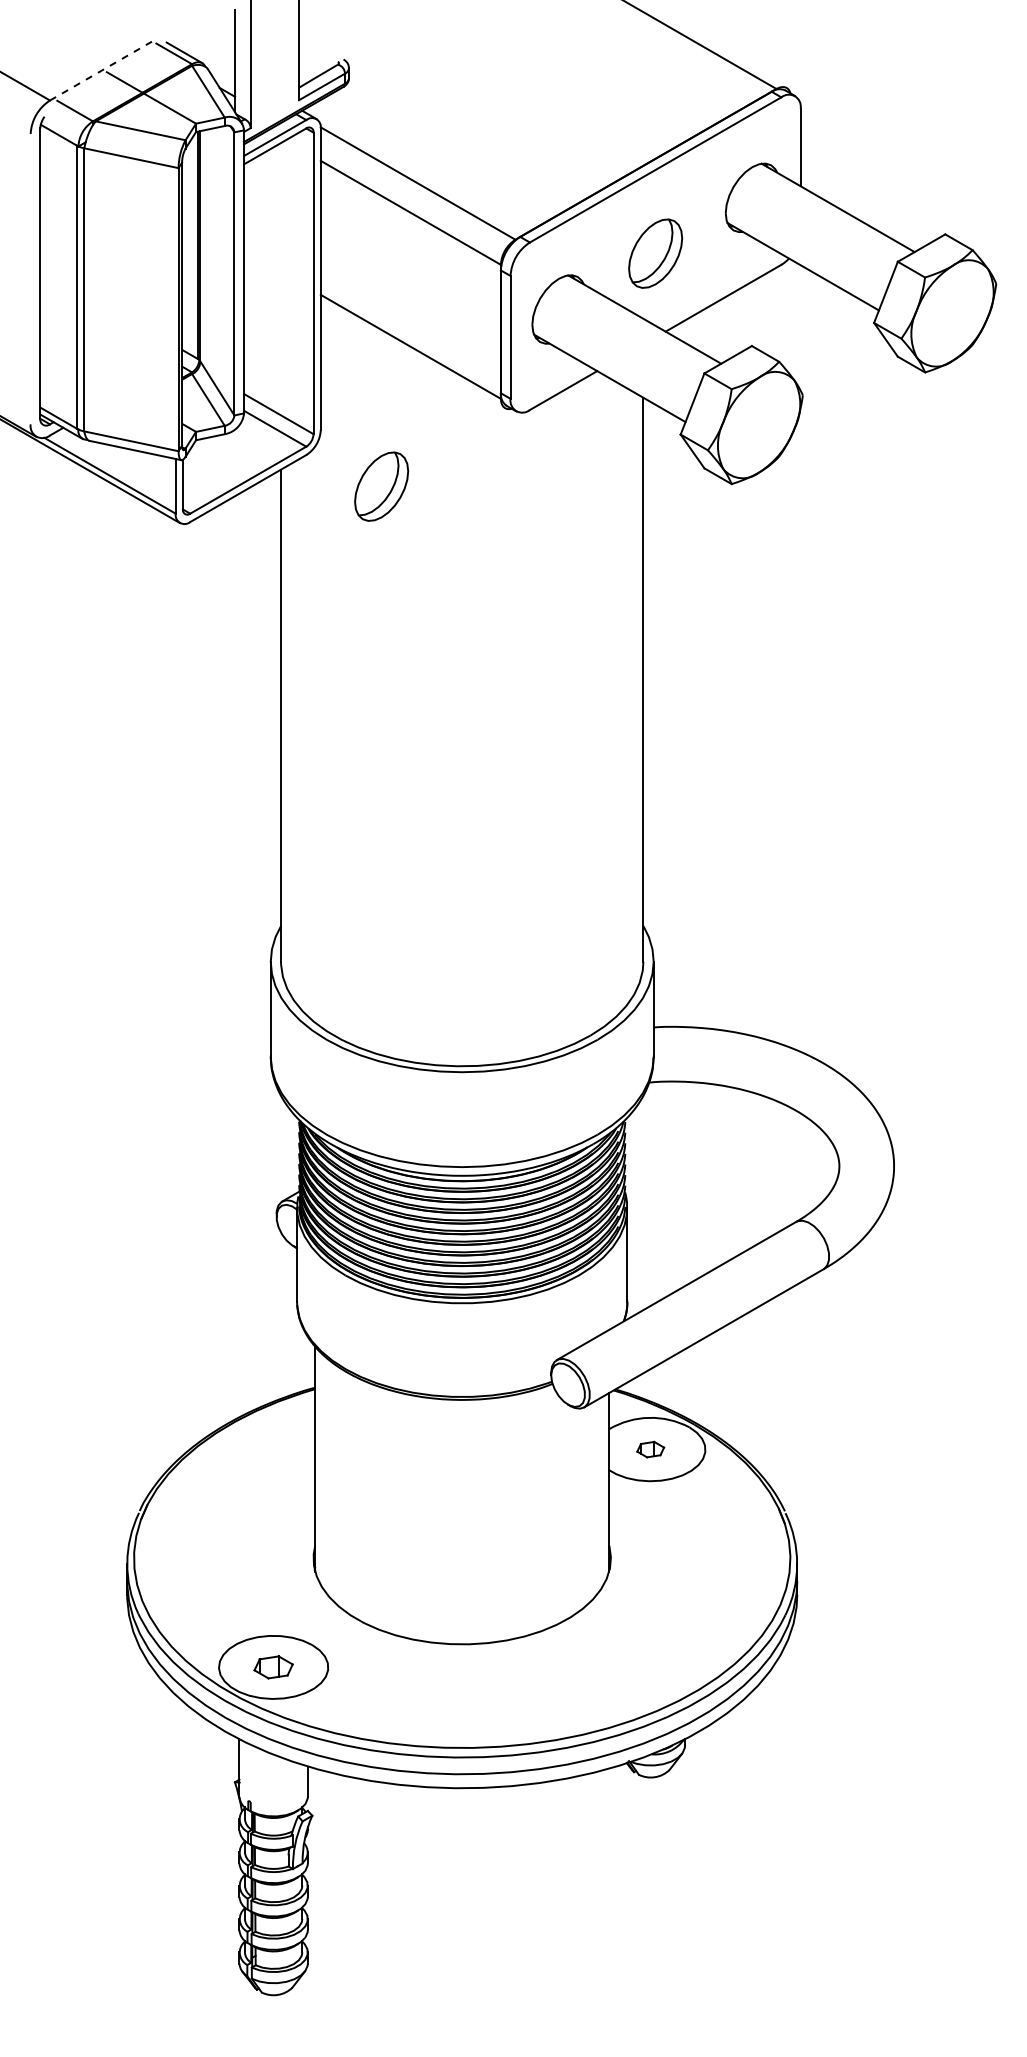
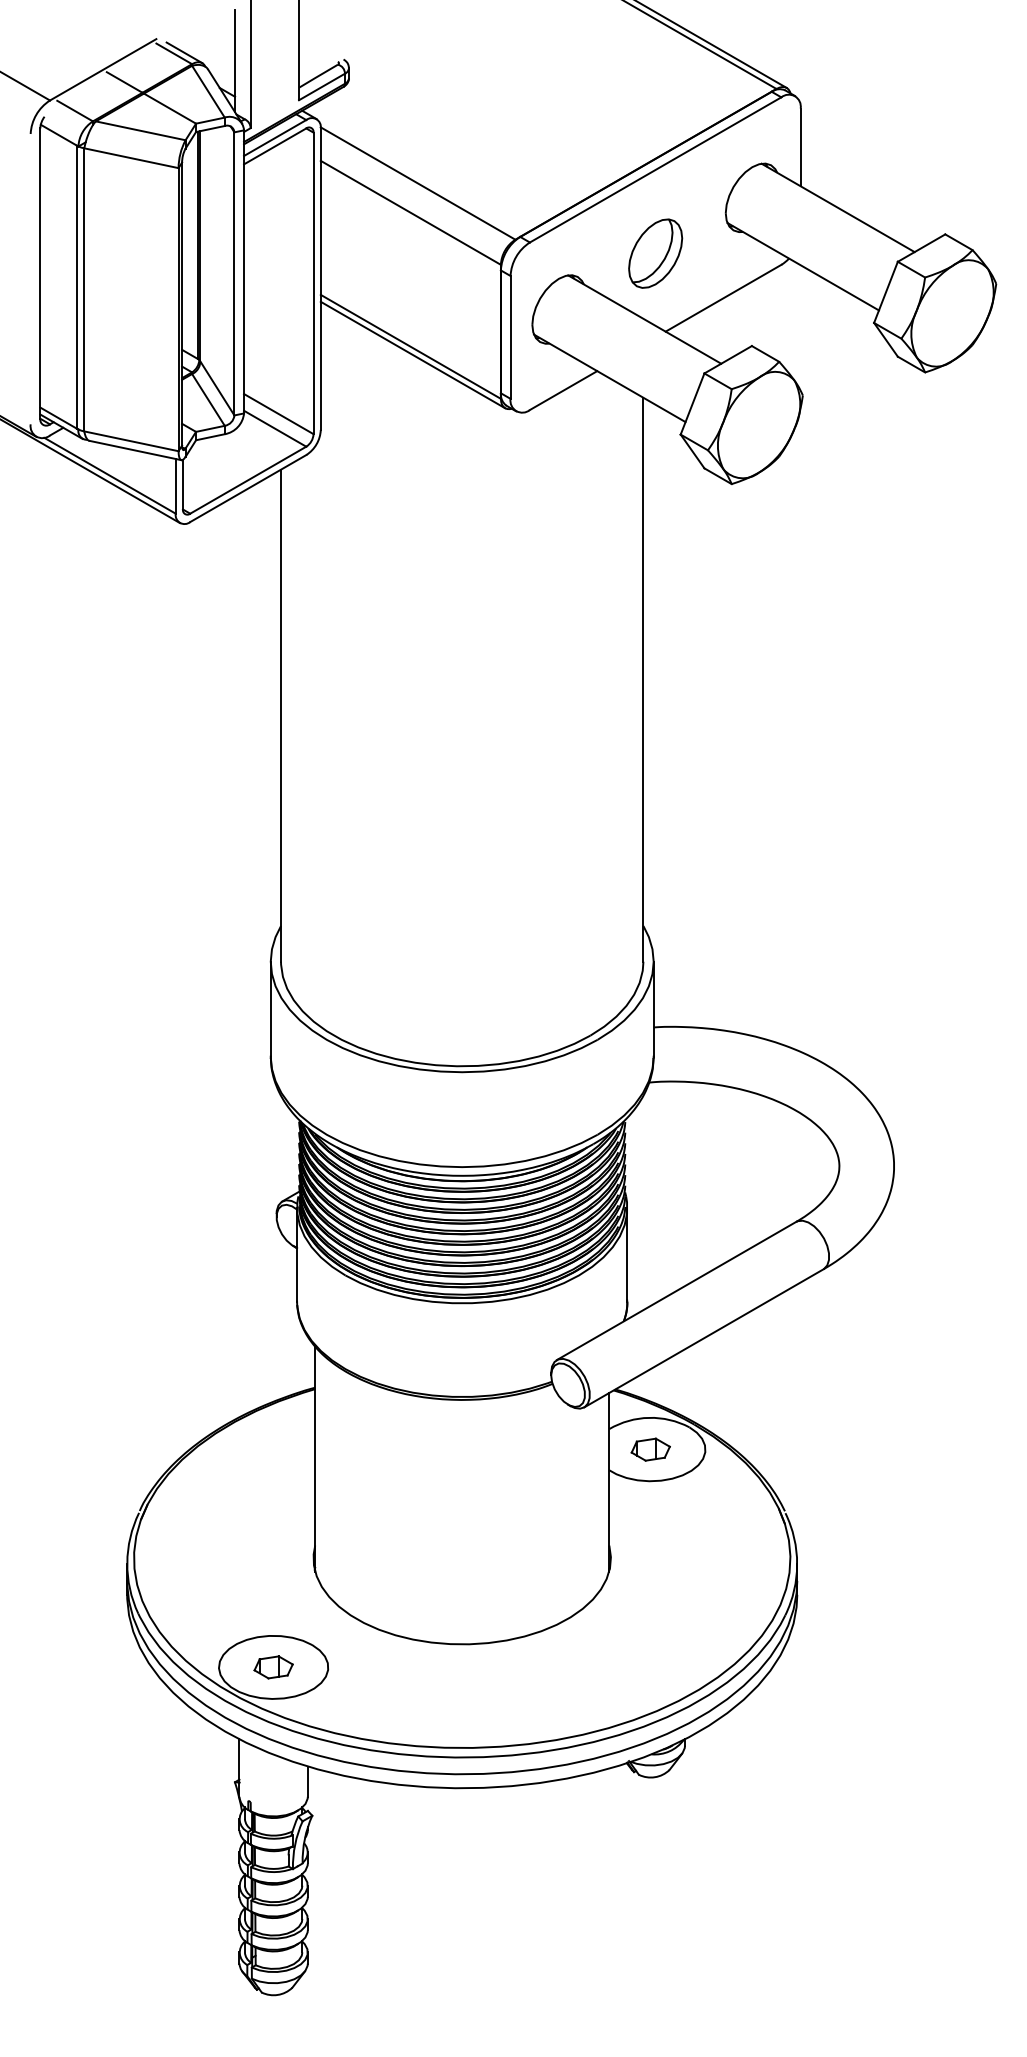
line at (712, 44): none -> present
line at (103, 69): dashed -> solid
line at (412, 354): none -> present
part at (381, 486): present -> none
part at (650, 1449) size: 30x19 px -> 41x25 px
